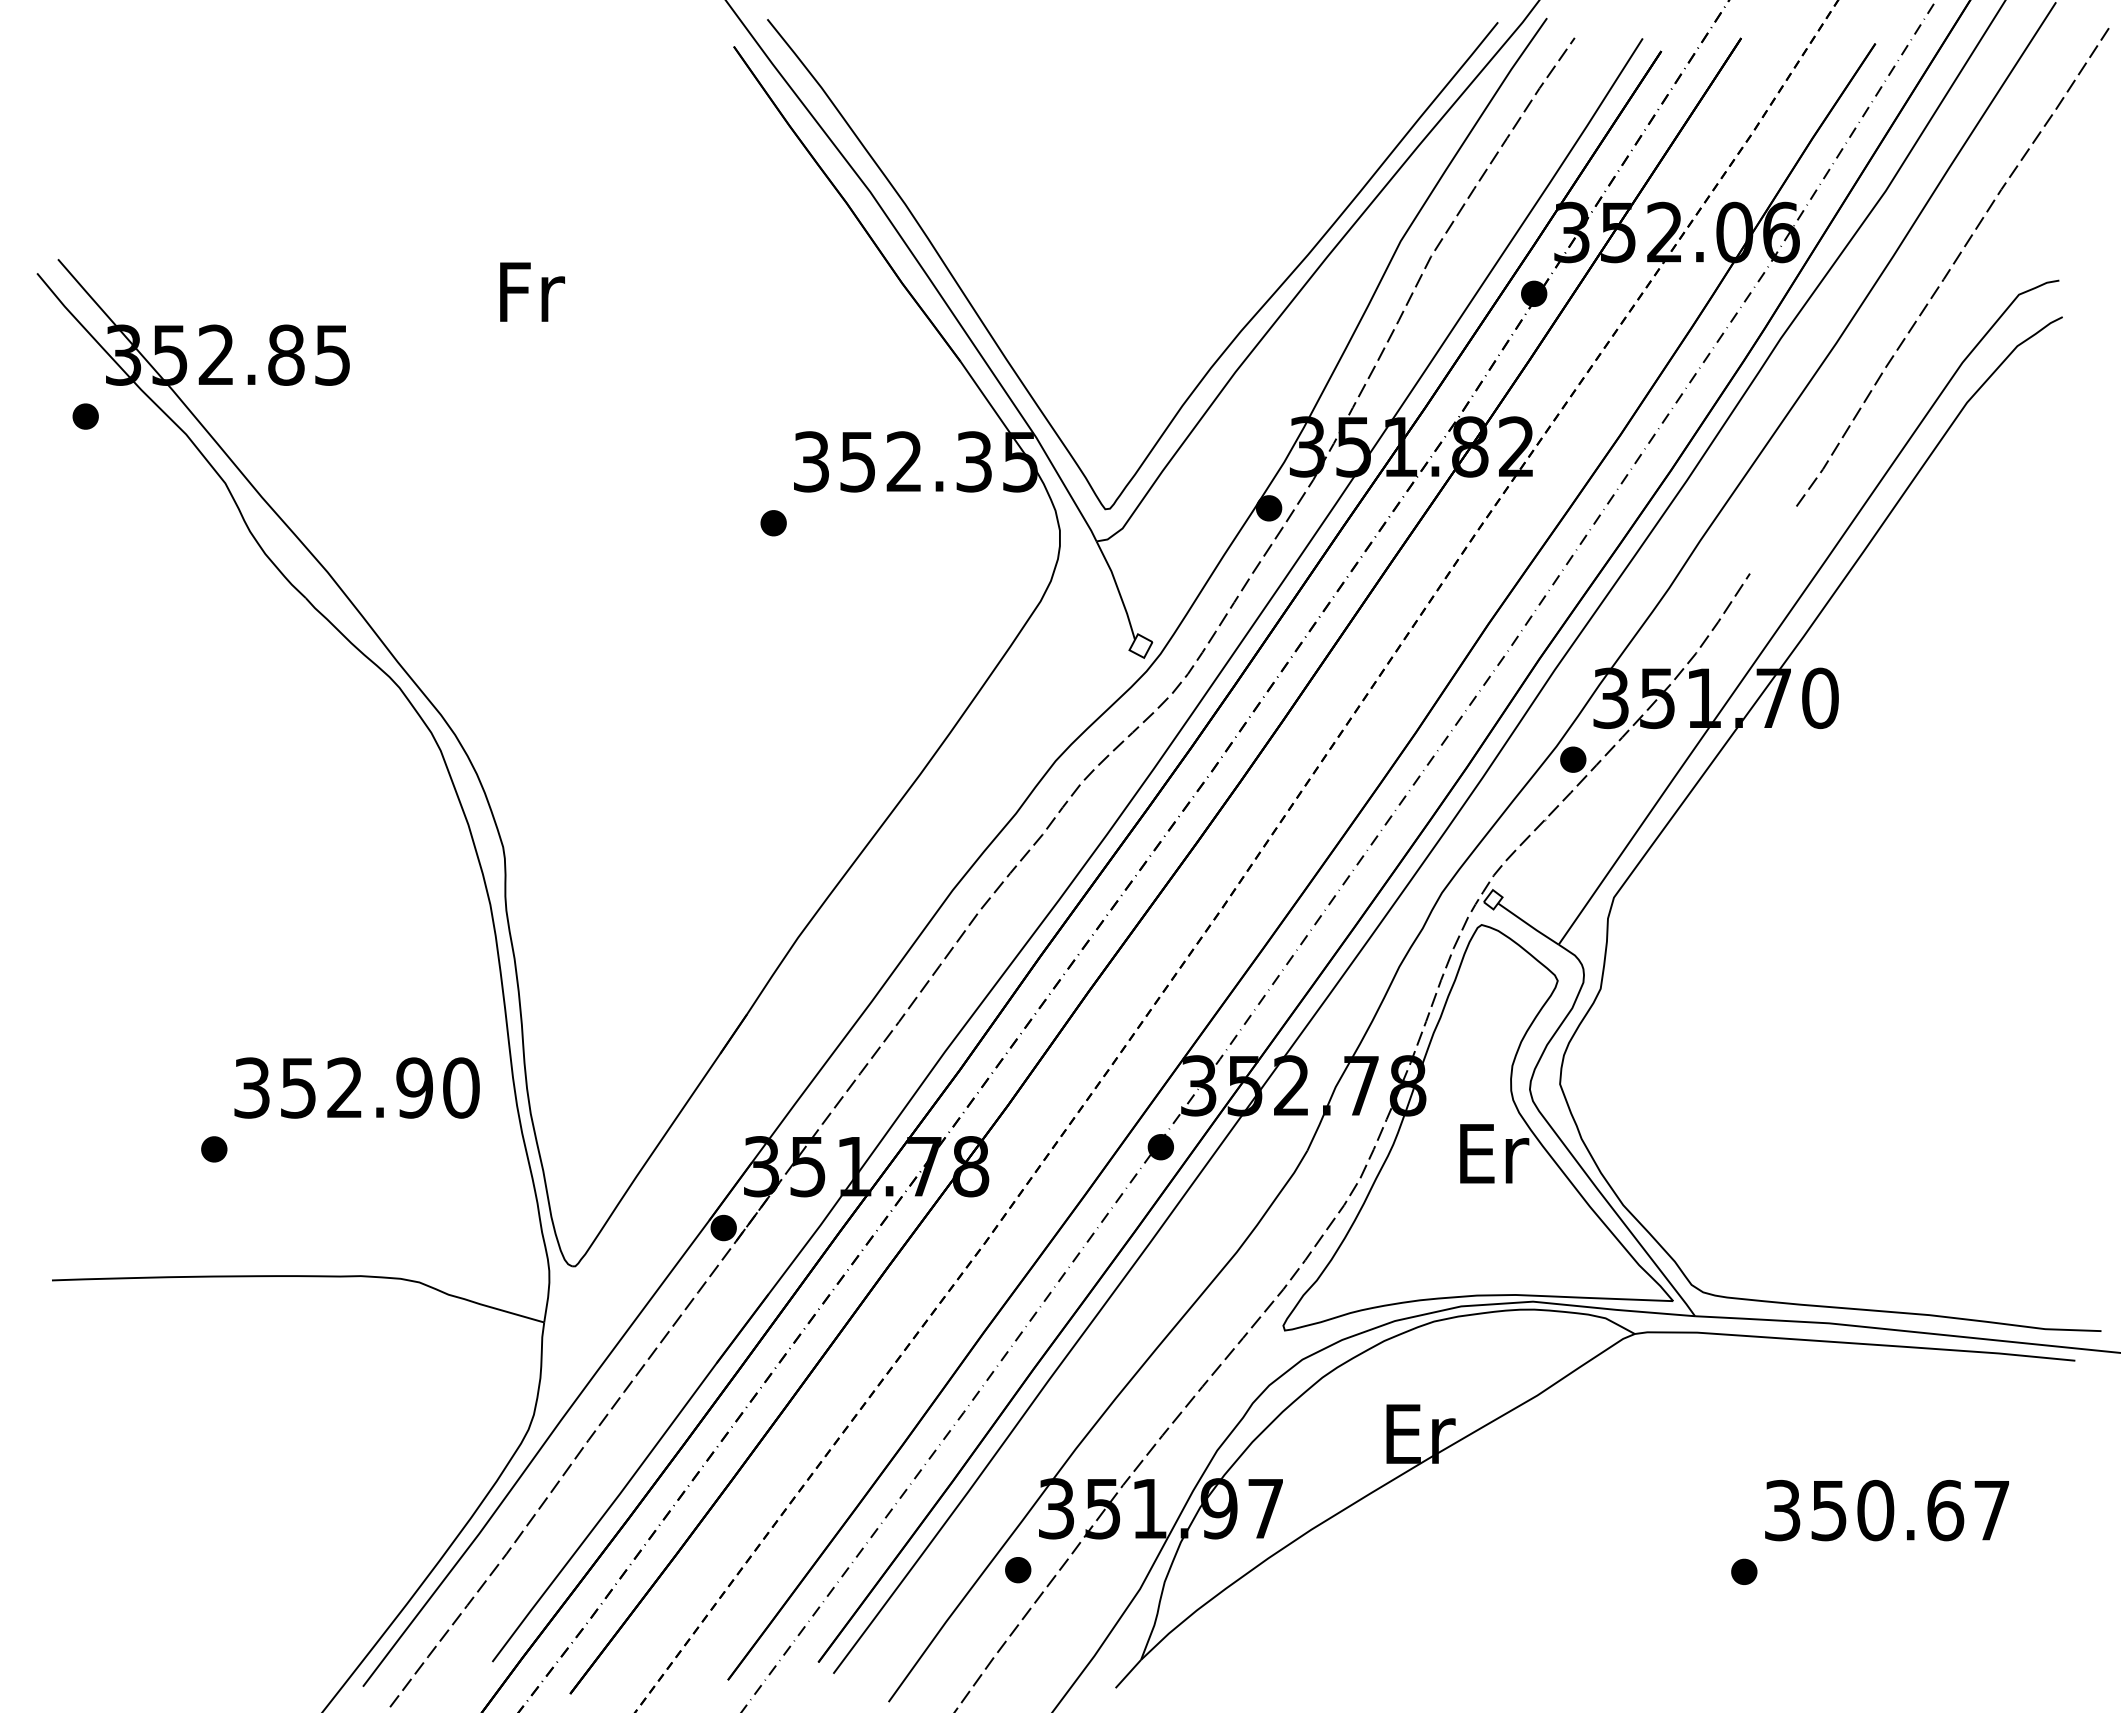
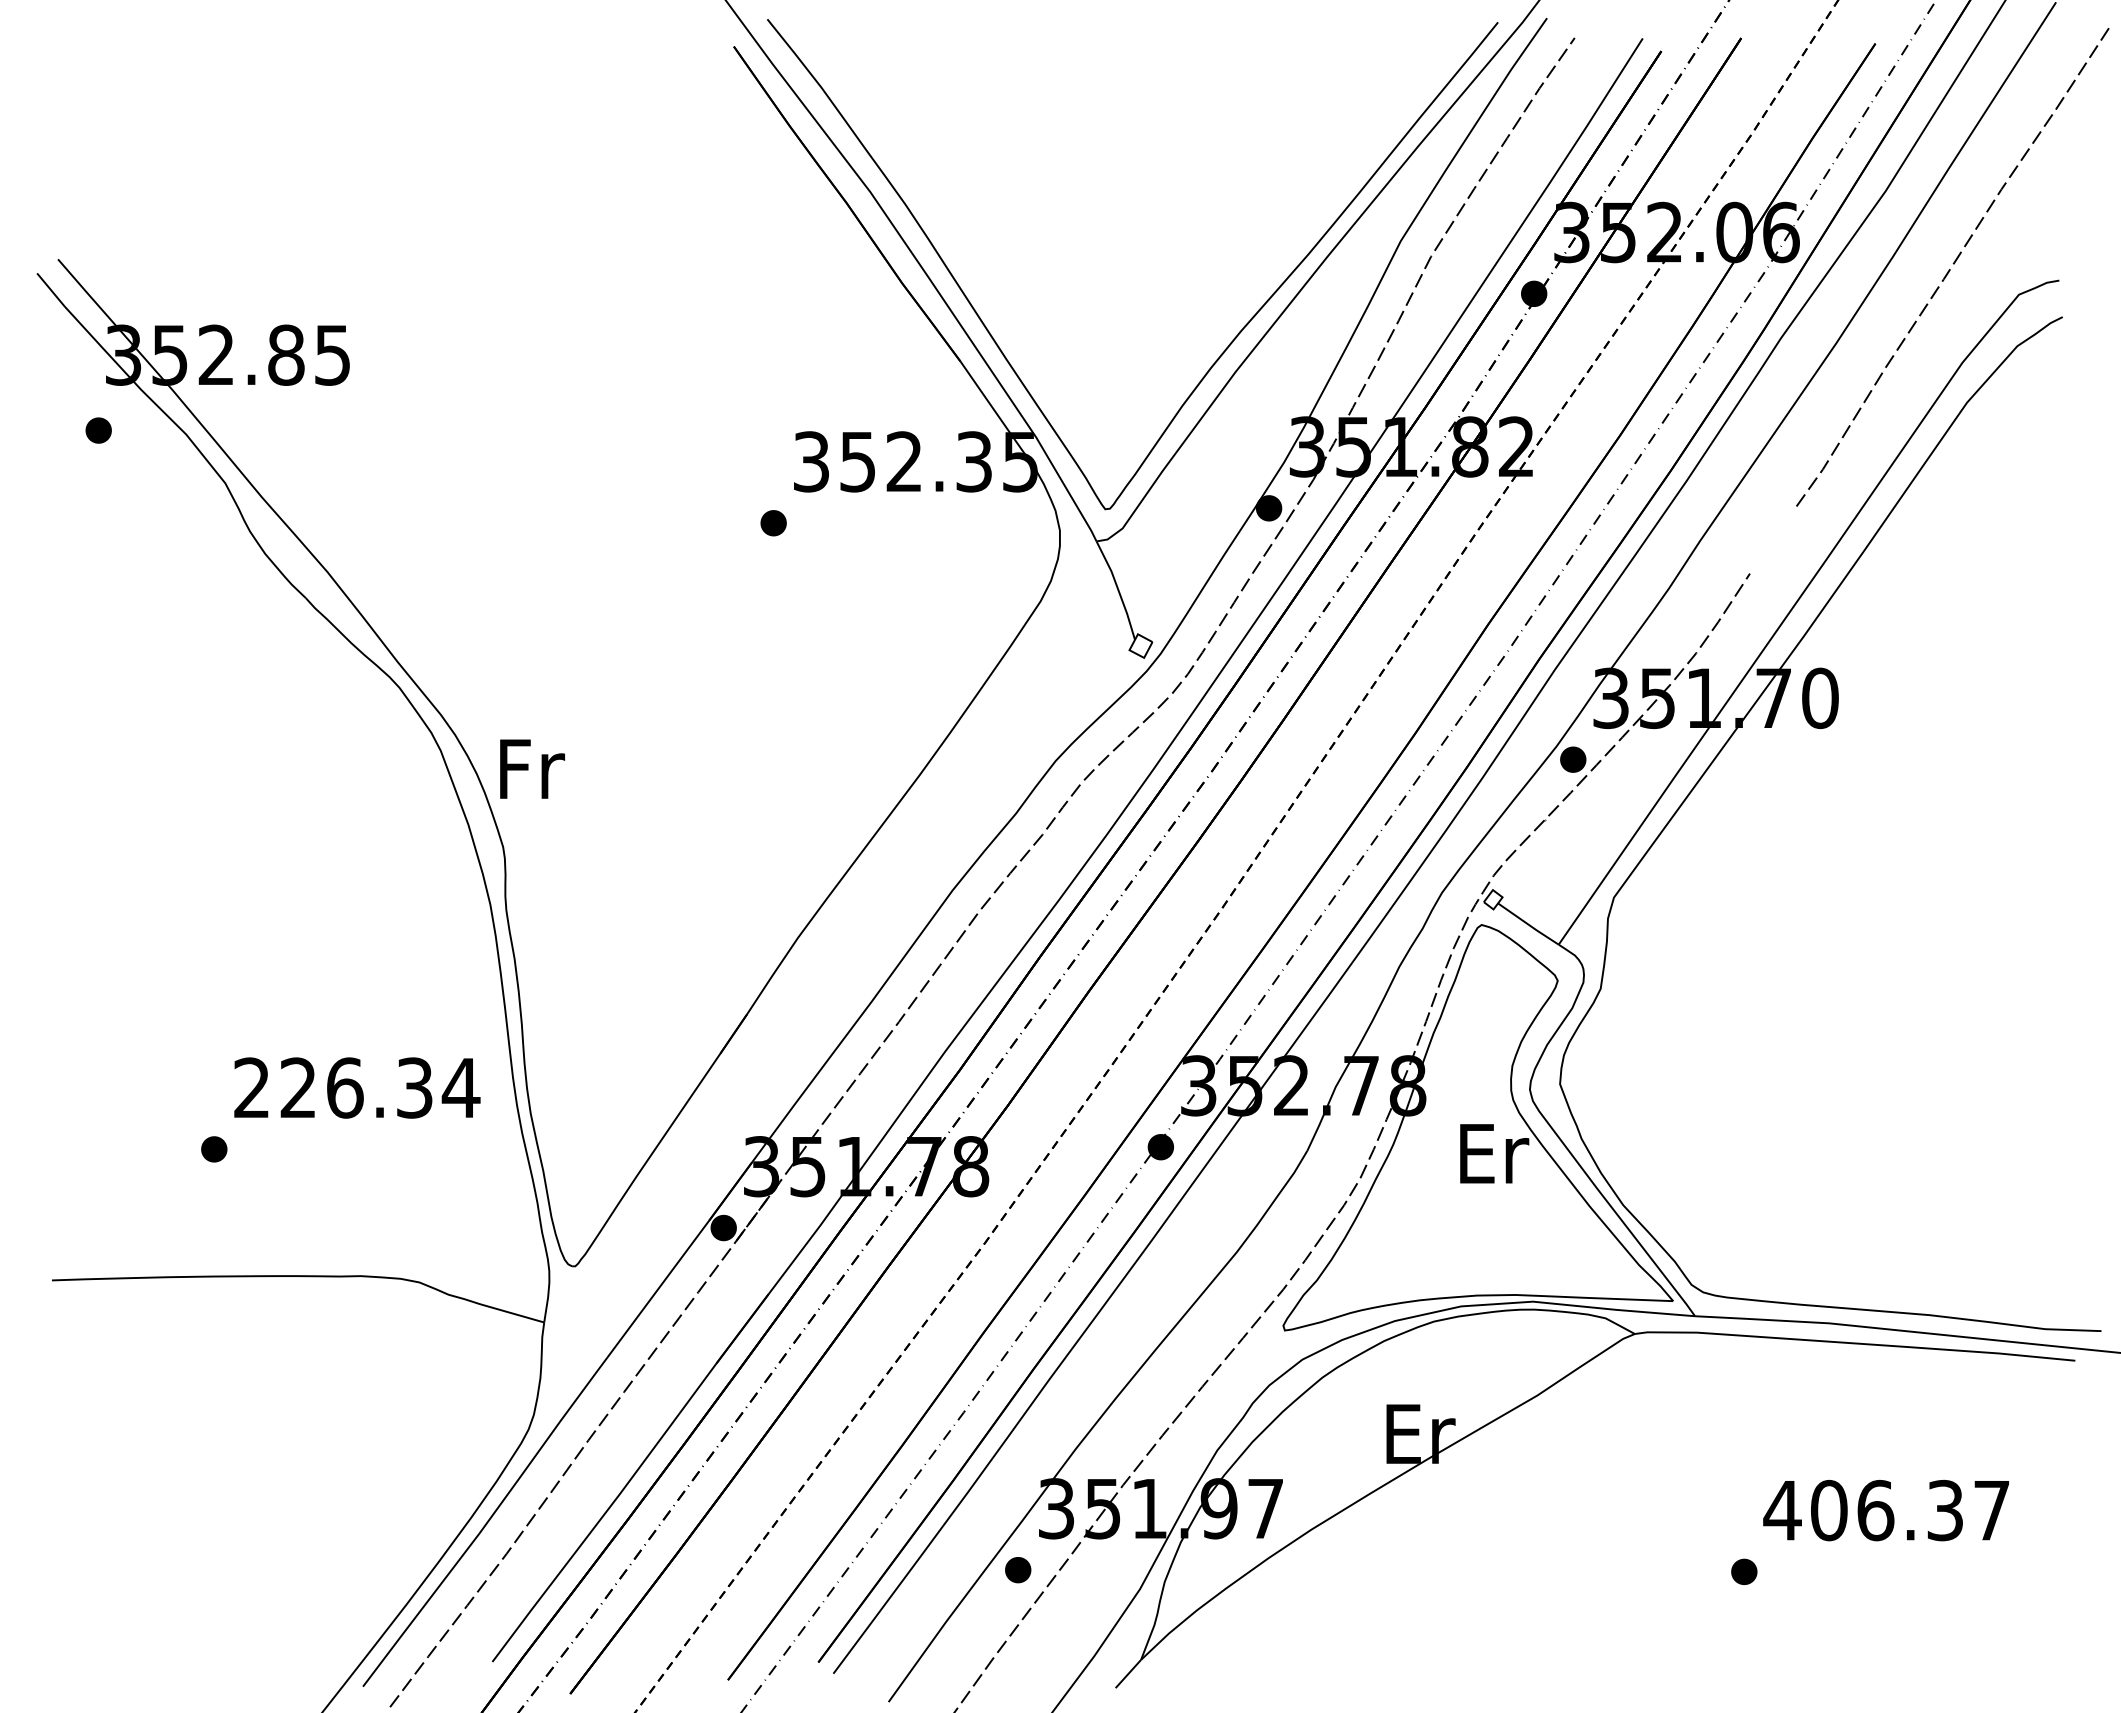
text at (532, 291) position: (532, 291) -> (532, 768)
part at (85, 416) position: (85, 416) -> (98, 430)
text at (357, 1087): 352.90 -> 226.34
text at (1863, 1510): 350.67 -> 406.37
